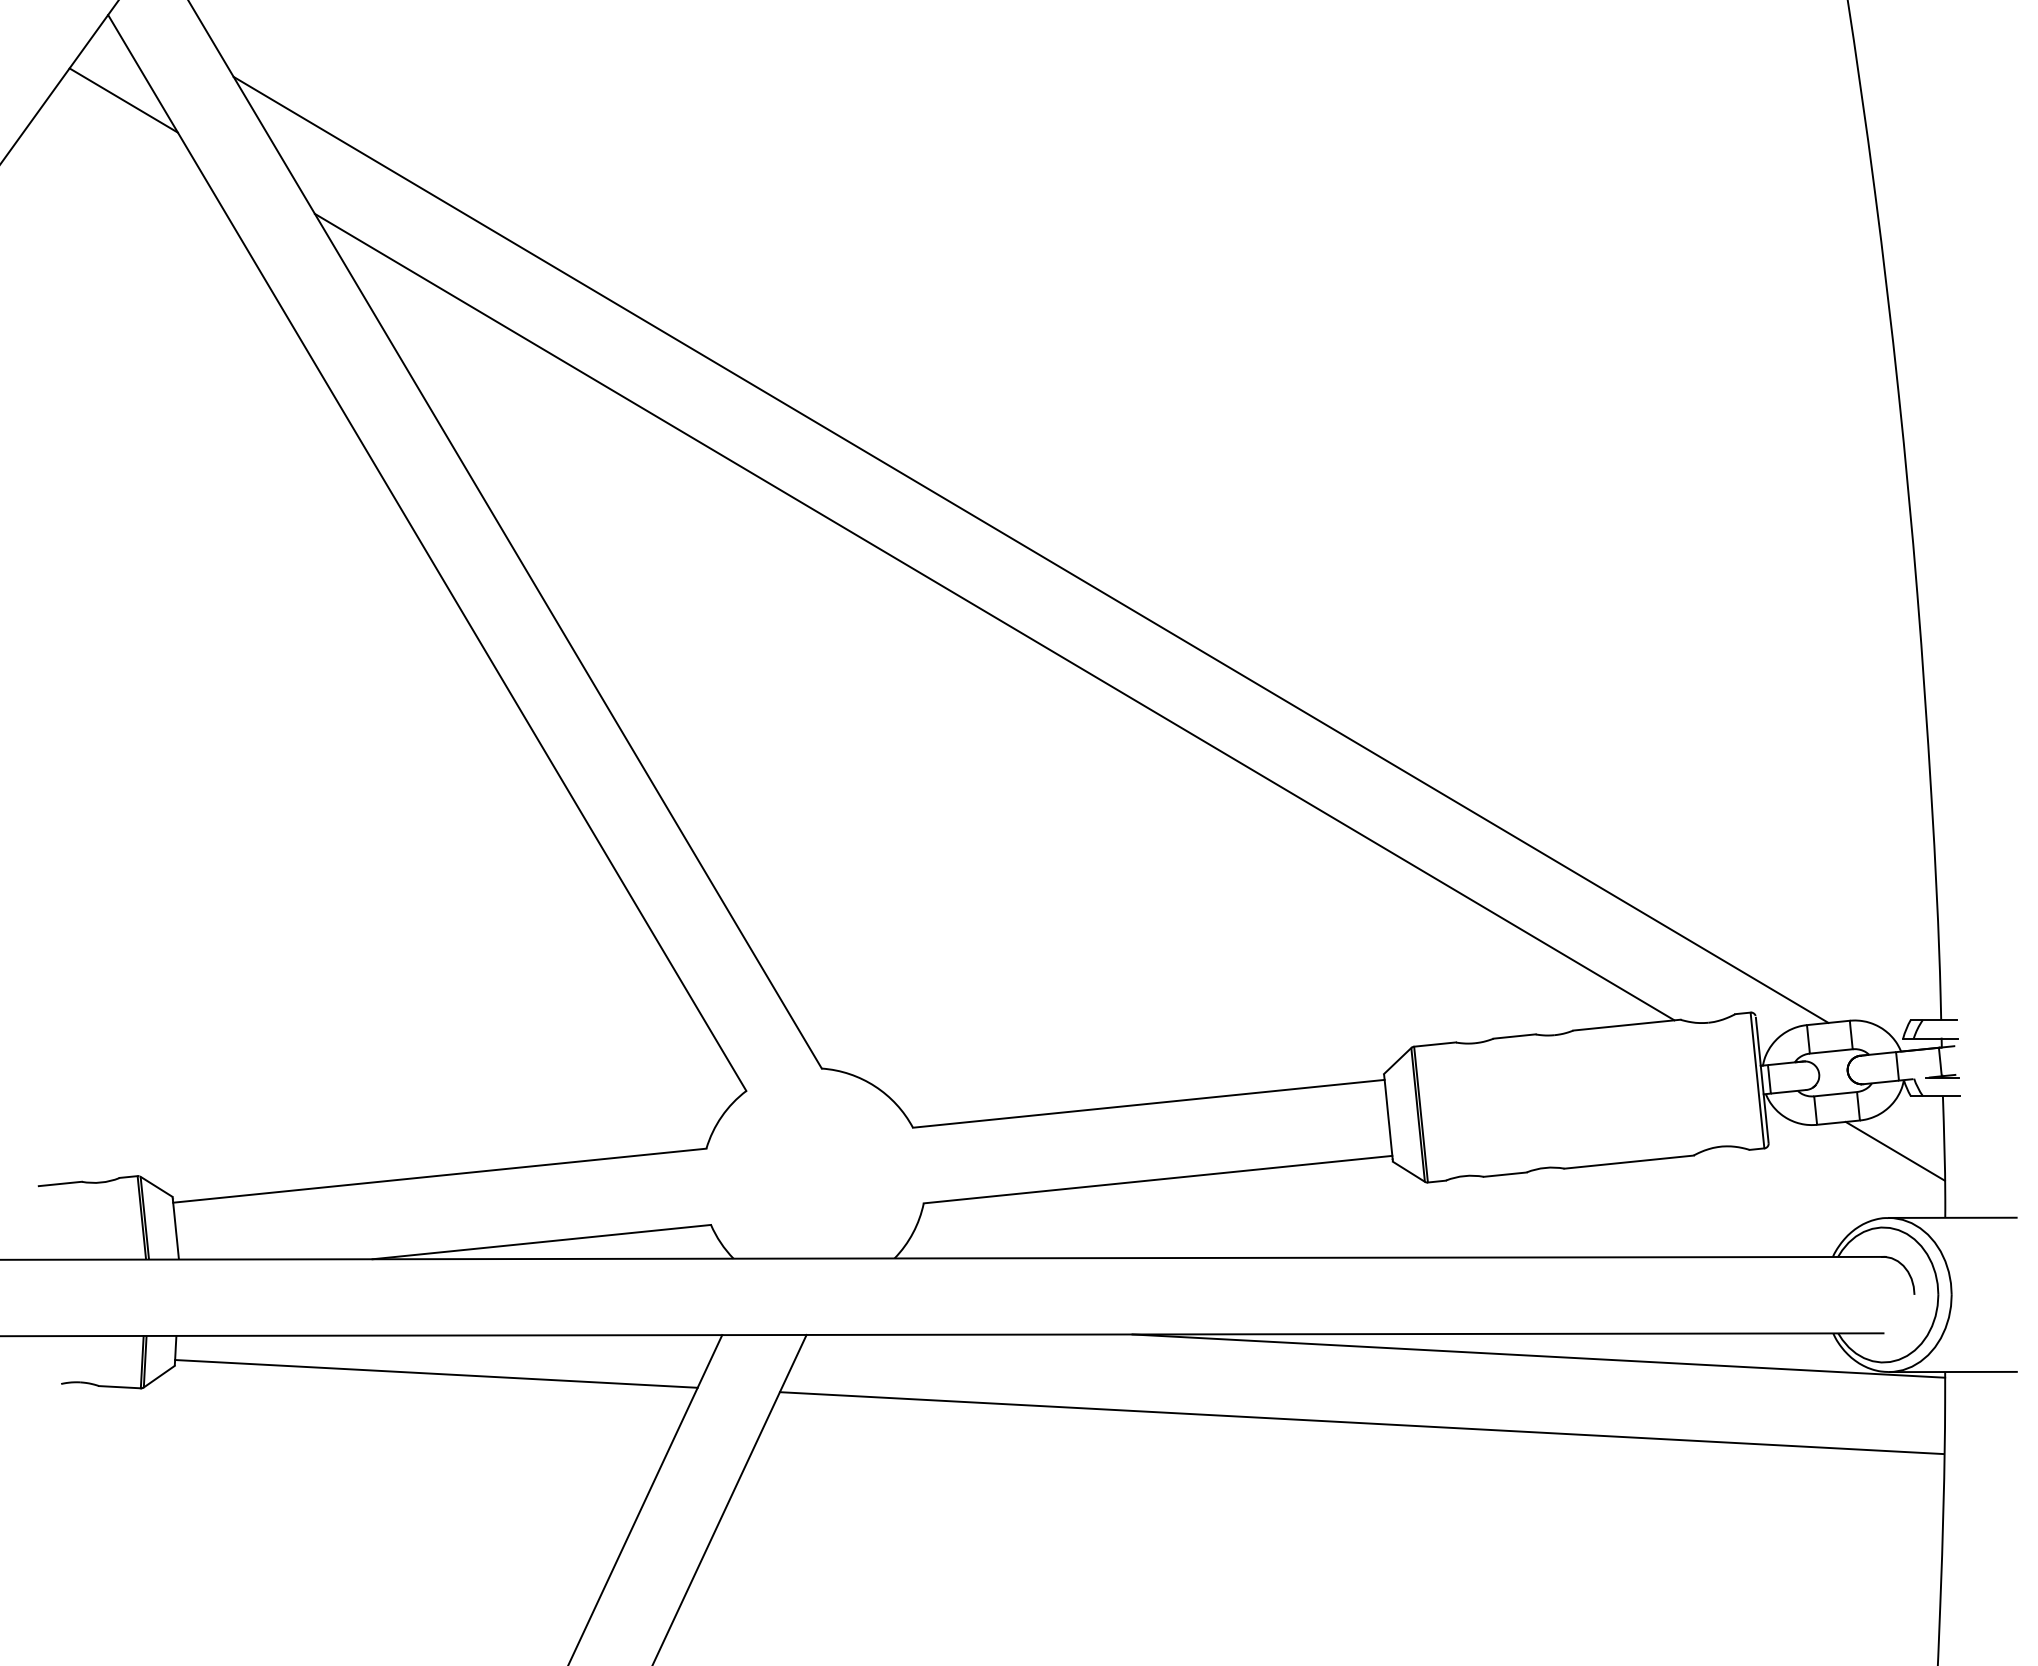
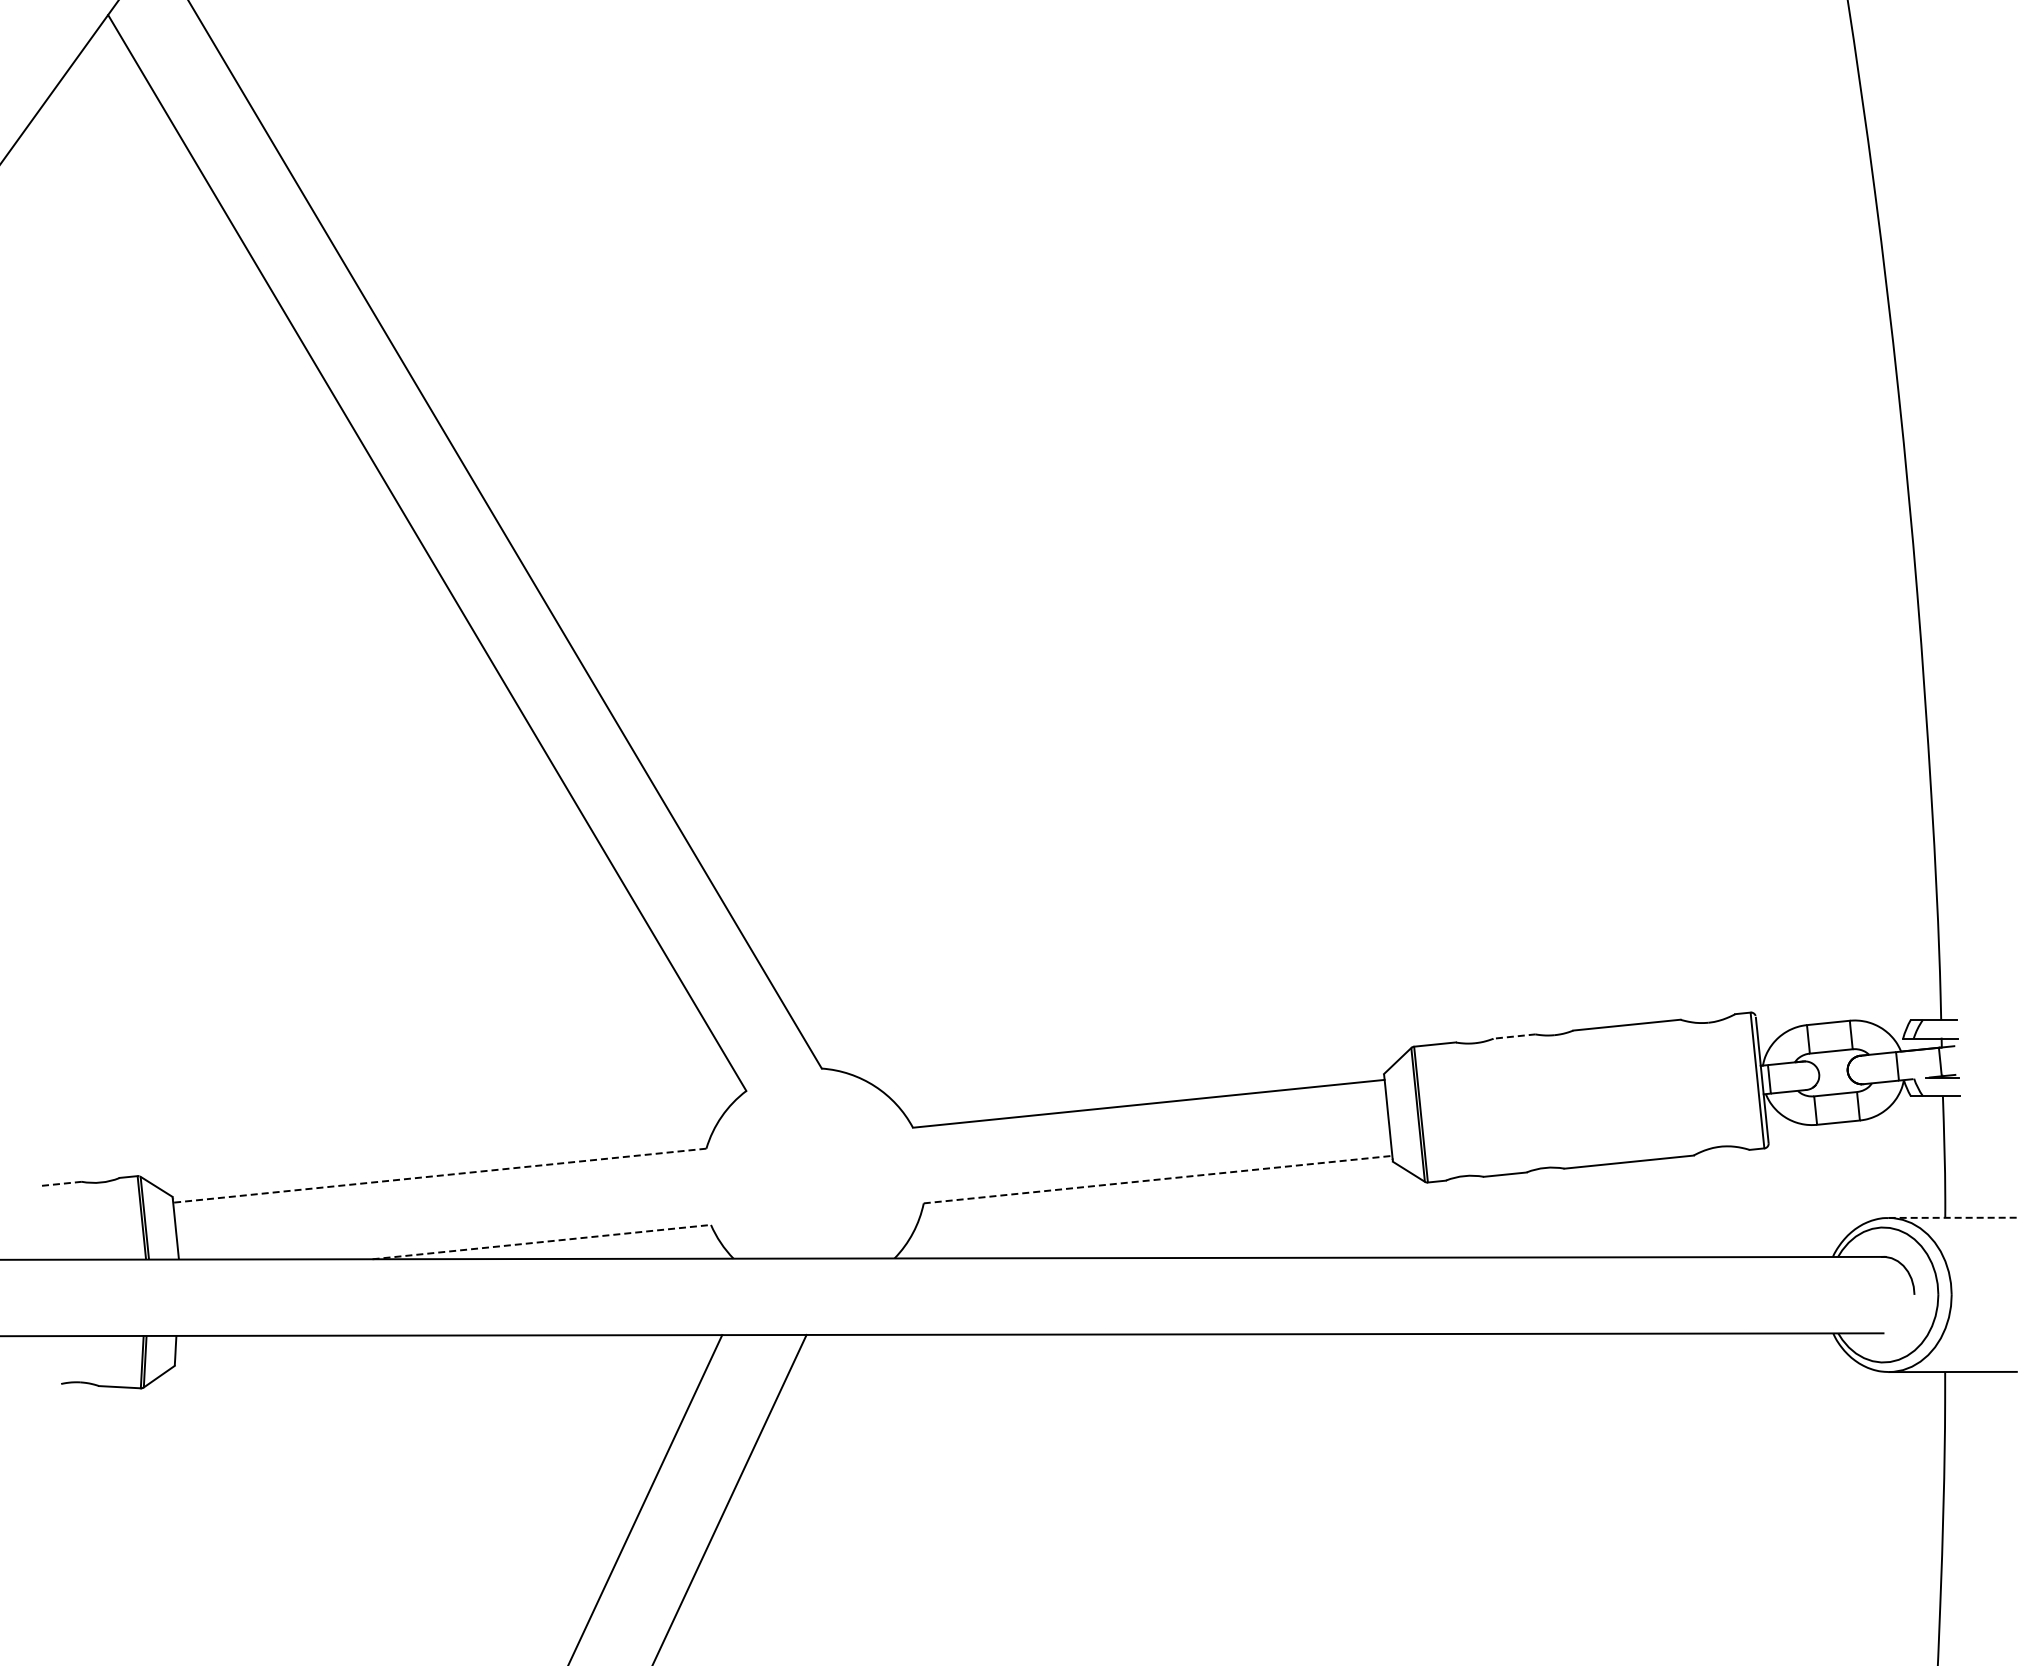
line at (123, 100): present -> none
line at (1030, 549): present -> none
line at (994, 616): present -> none
line at (1514, 1036): solid -> dashed
line at (1894, 1150): present -> none
line at (439, 1175): solid -> dashed
line at (1158, 1179): solid -> dashed
line at (60, 1183): solid -> dashed
line at (1952, 1217): solid -> dashed
line at (542, 1242): solid -> dashed
line at (1538, 1355): present -> none
line at (436, 1373): present -> none
line at (1361, 1423): present -> none
